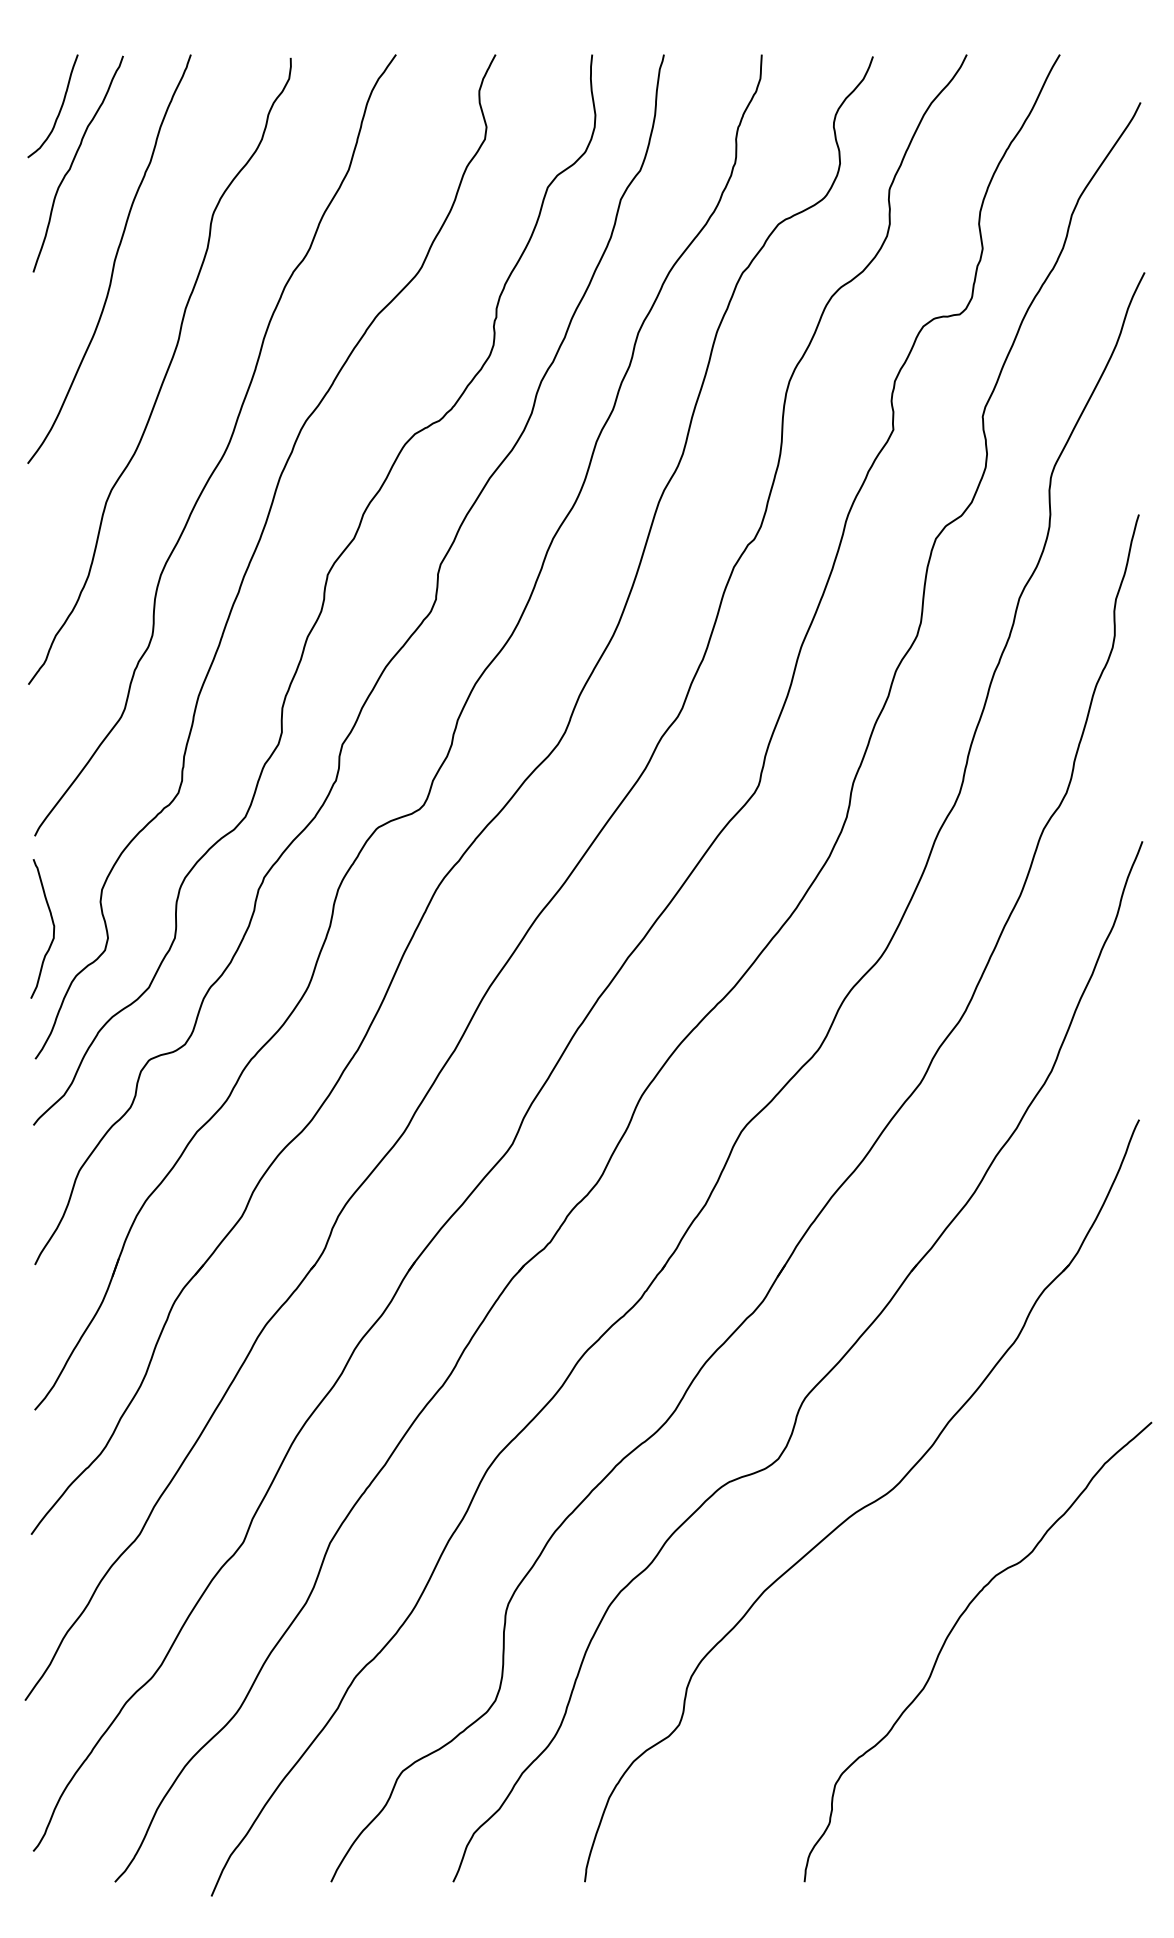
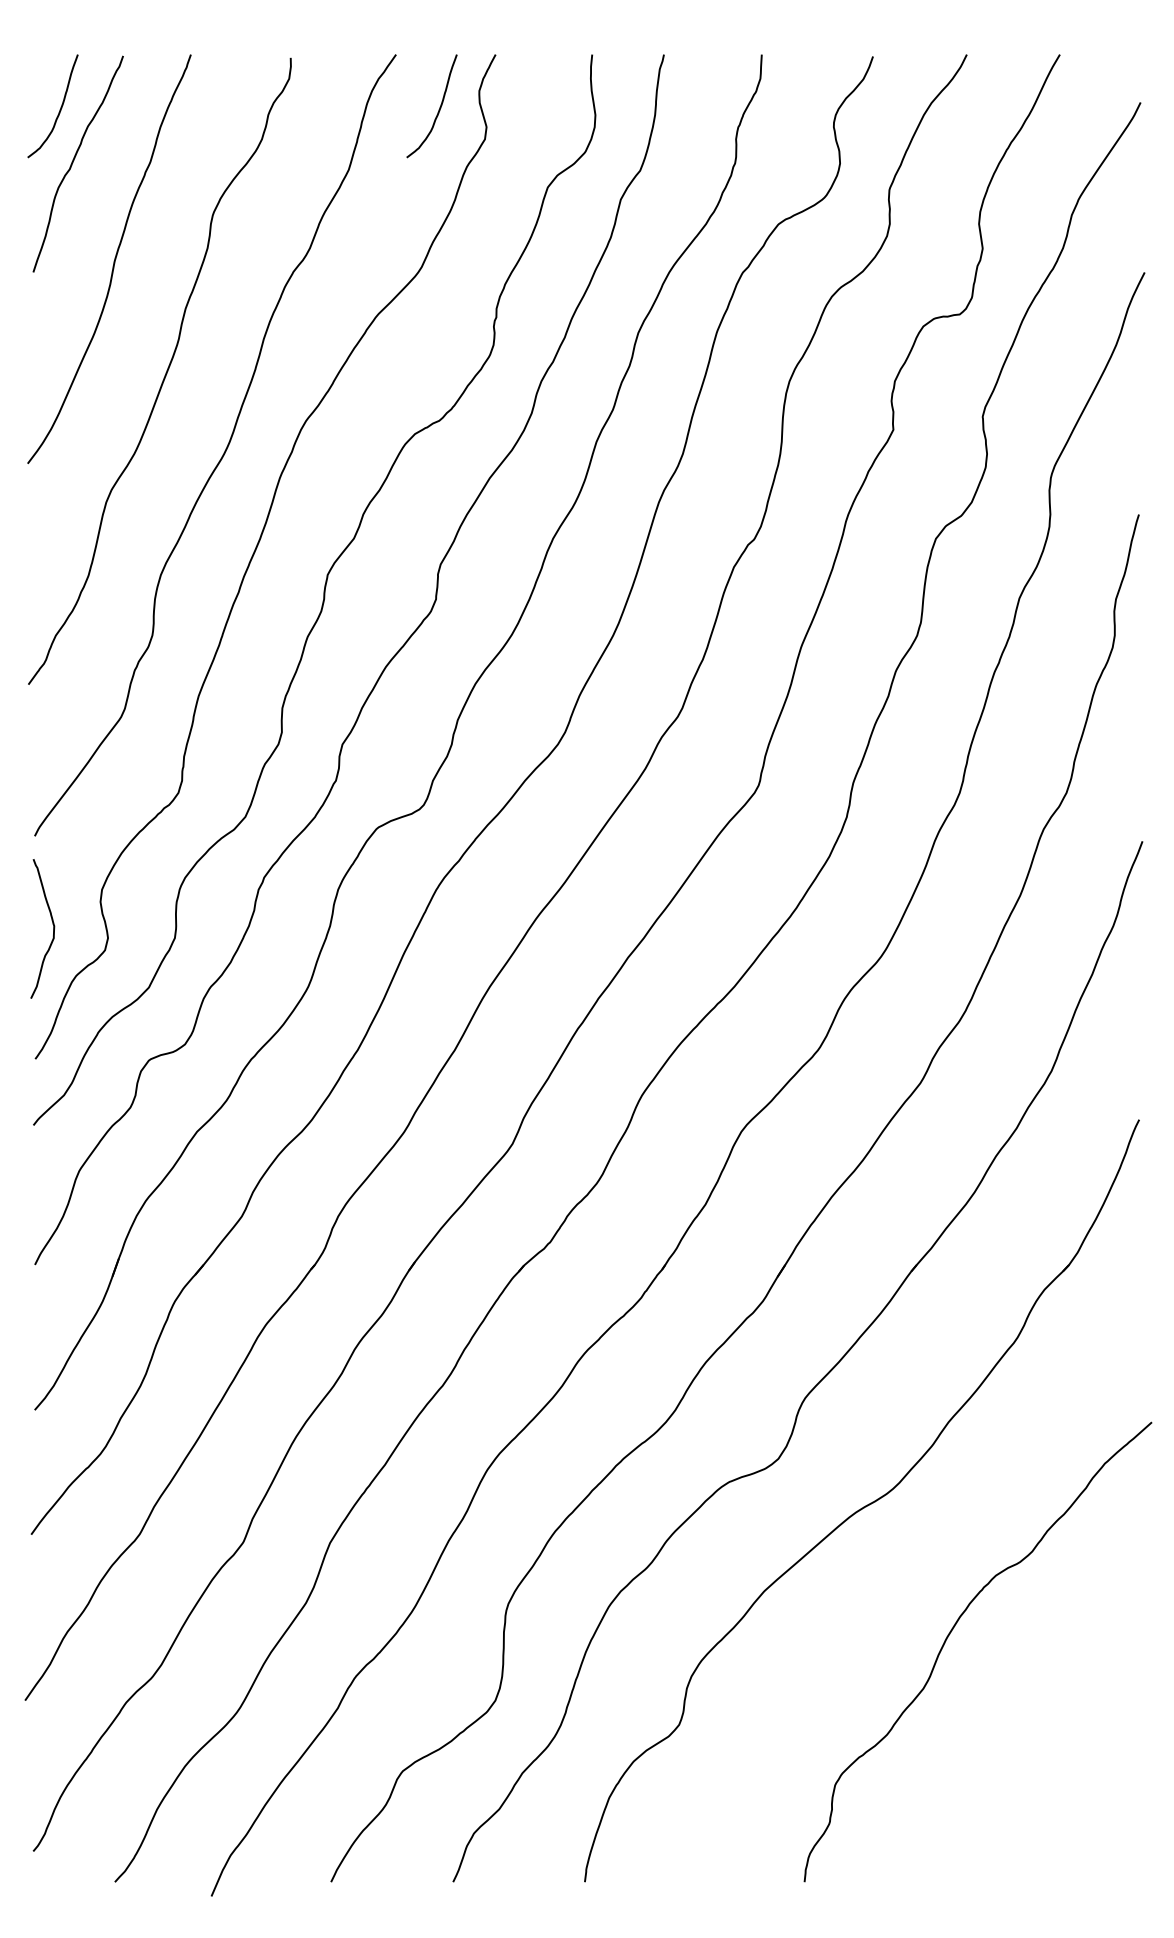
curve at (438, 109): none -> present
